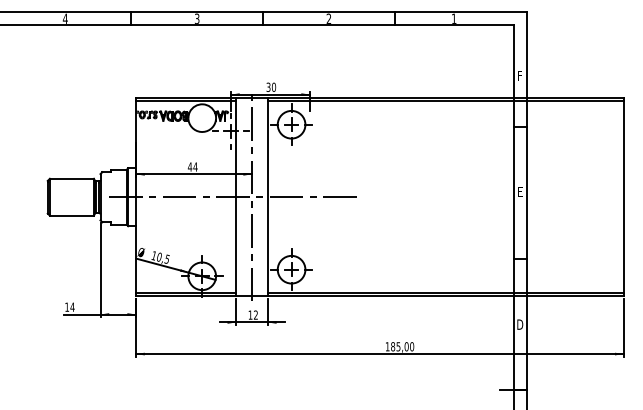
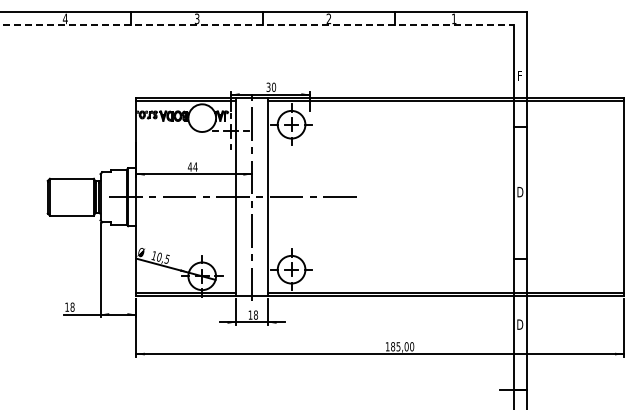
line at (257, 25): solid -> dashed
text at (520, 192): E -> D
text at (72, 306): 14 -> 18
text at (255, 314): 12 -> 18
